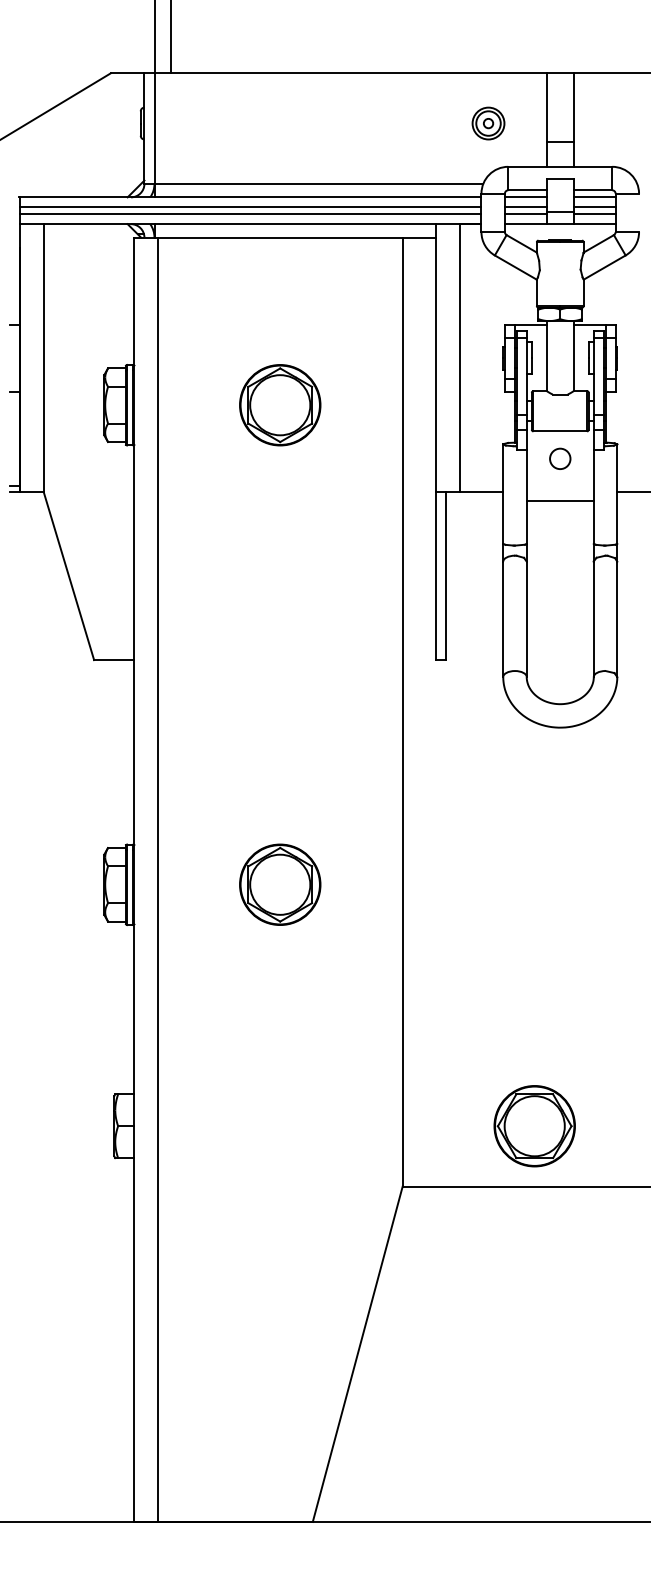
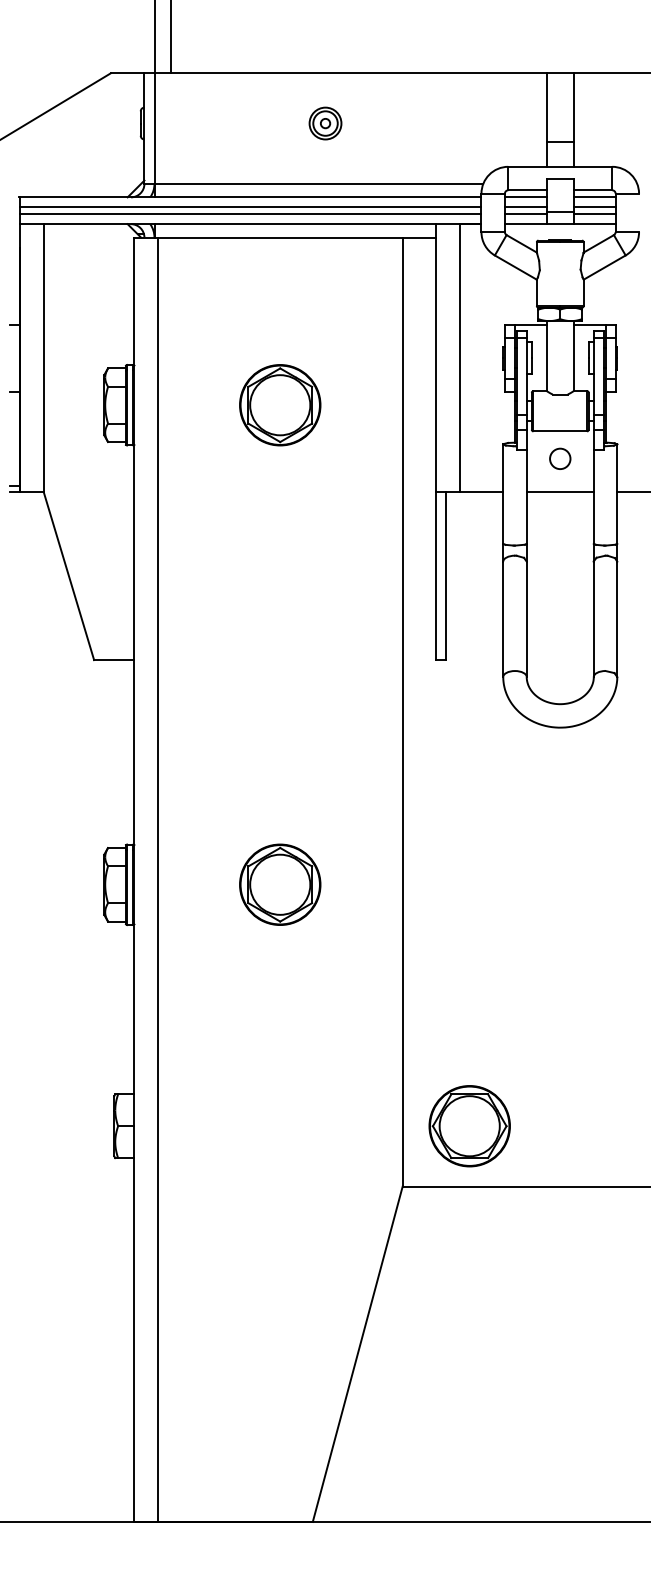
part at (488, 123) position: (488, 123) -> (325, 123)
line at (559, 501) position: (559, 501) -> (559, 492)
part at (534, 1126) position: (534, 1126) -> (469, 1126)
